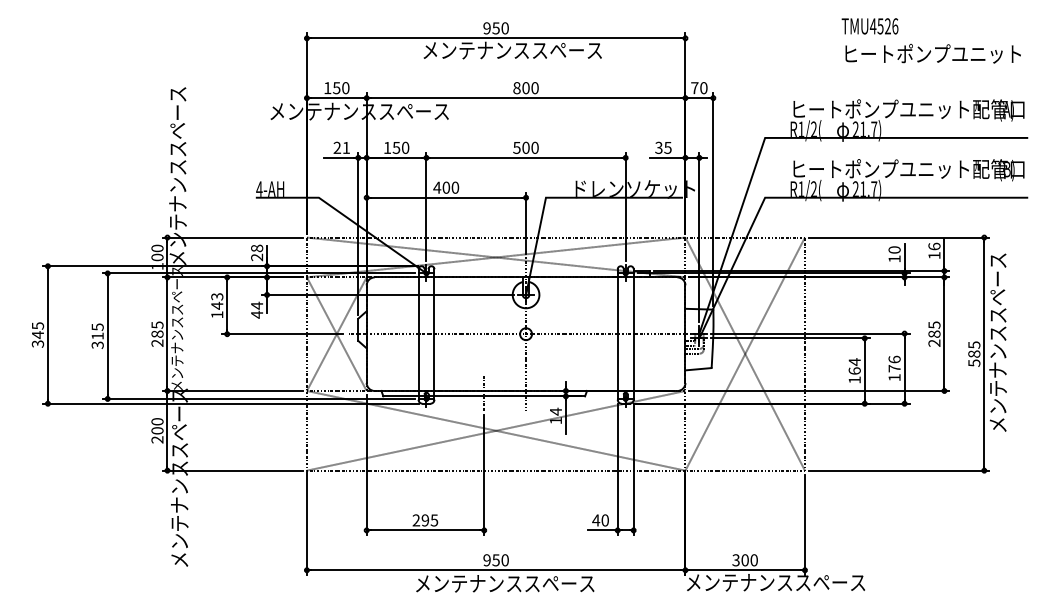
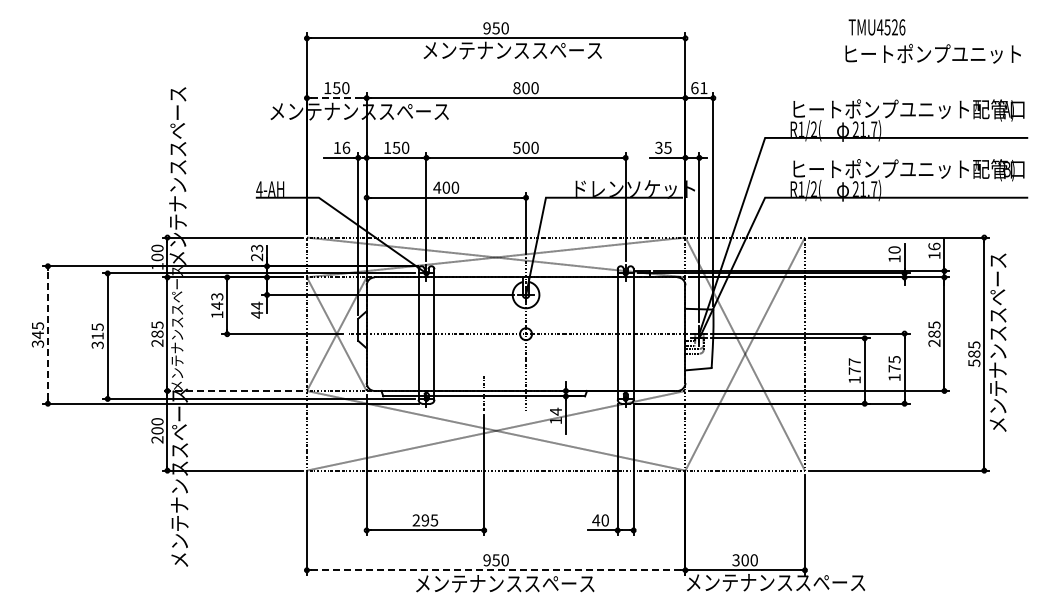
text at (869, 26) position: (869, 26) -> (876, 27)
text at (699, 88): 70 -> 61
line at (336, 98): solid -> dashed
text at (341, 147): 21 -> 16
text at (256, 248): 28 -> 23
line at (47, 335): solid -> dashed
text at (894, 359): 176 -> 175
text at (854, 366): 164 -> 177
line at (232, 390): solid -> dashed
line at (496, 570): solid -> dashed
